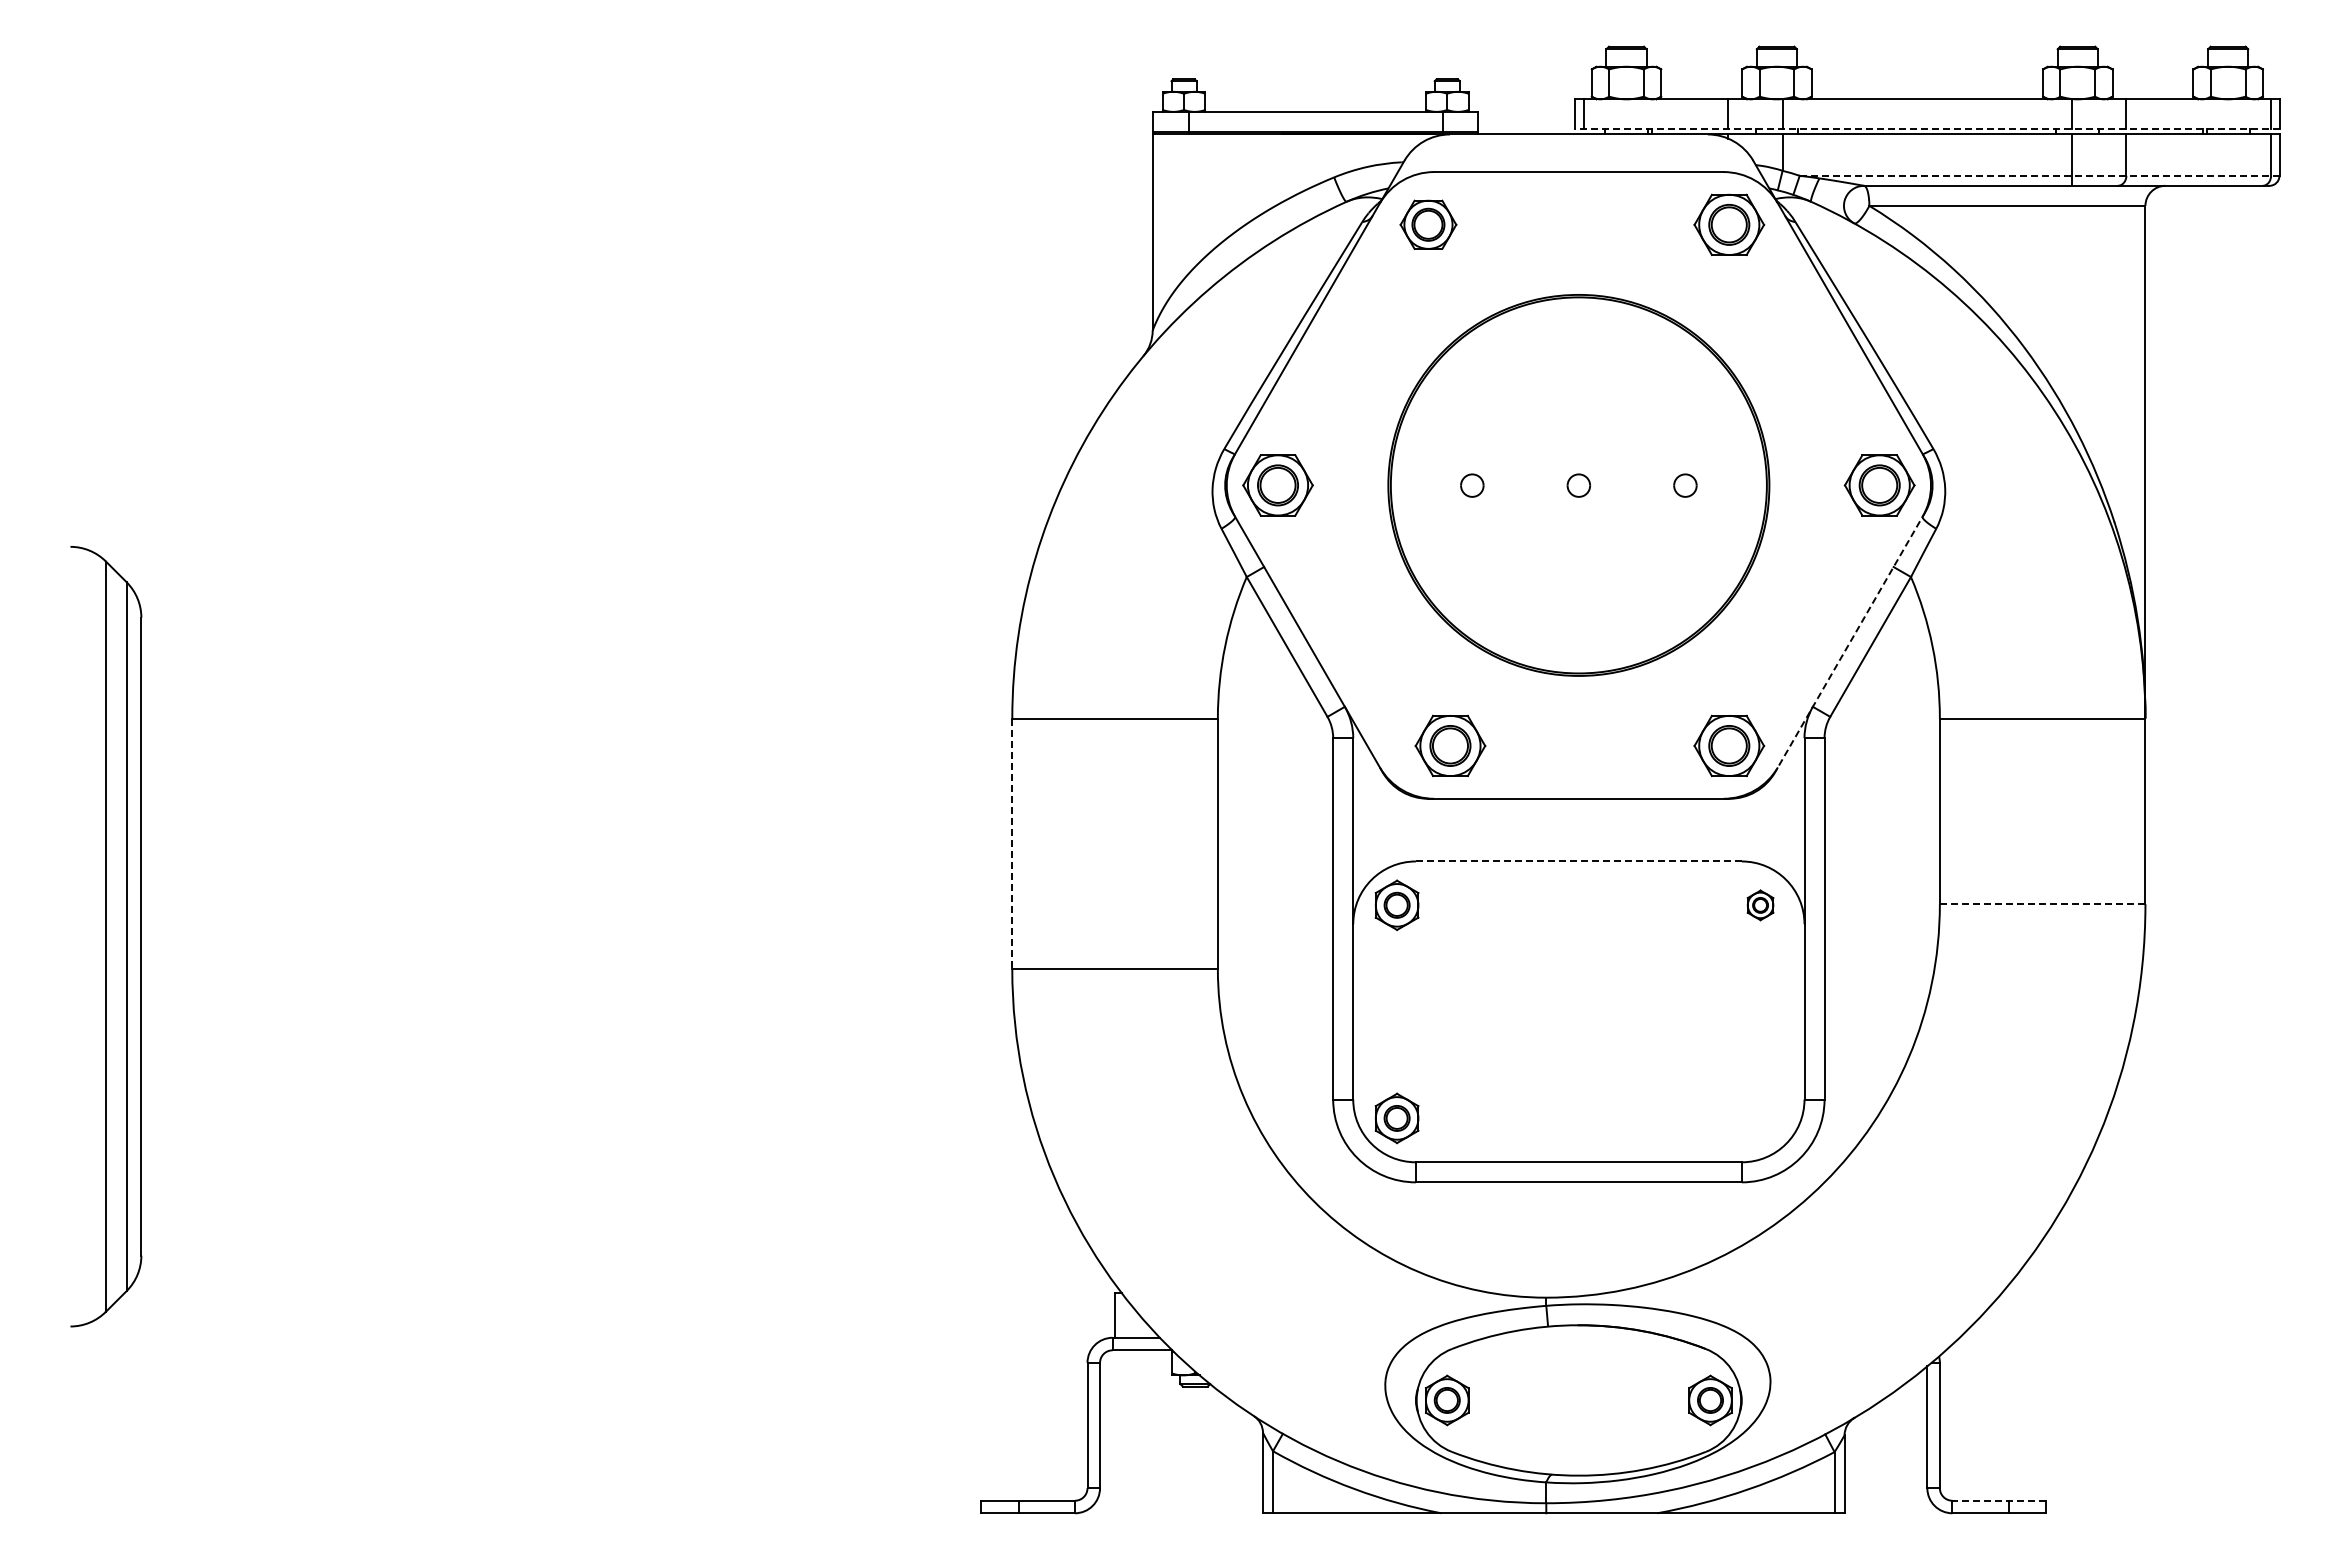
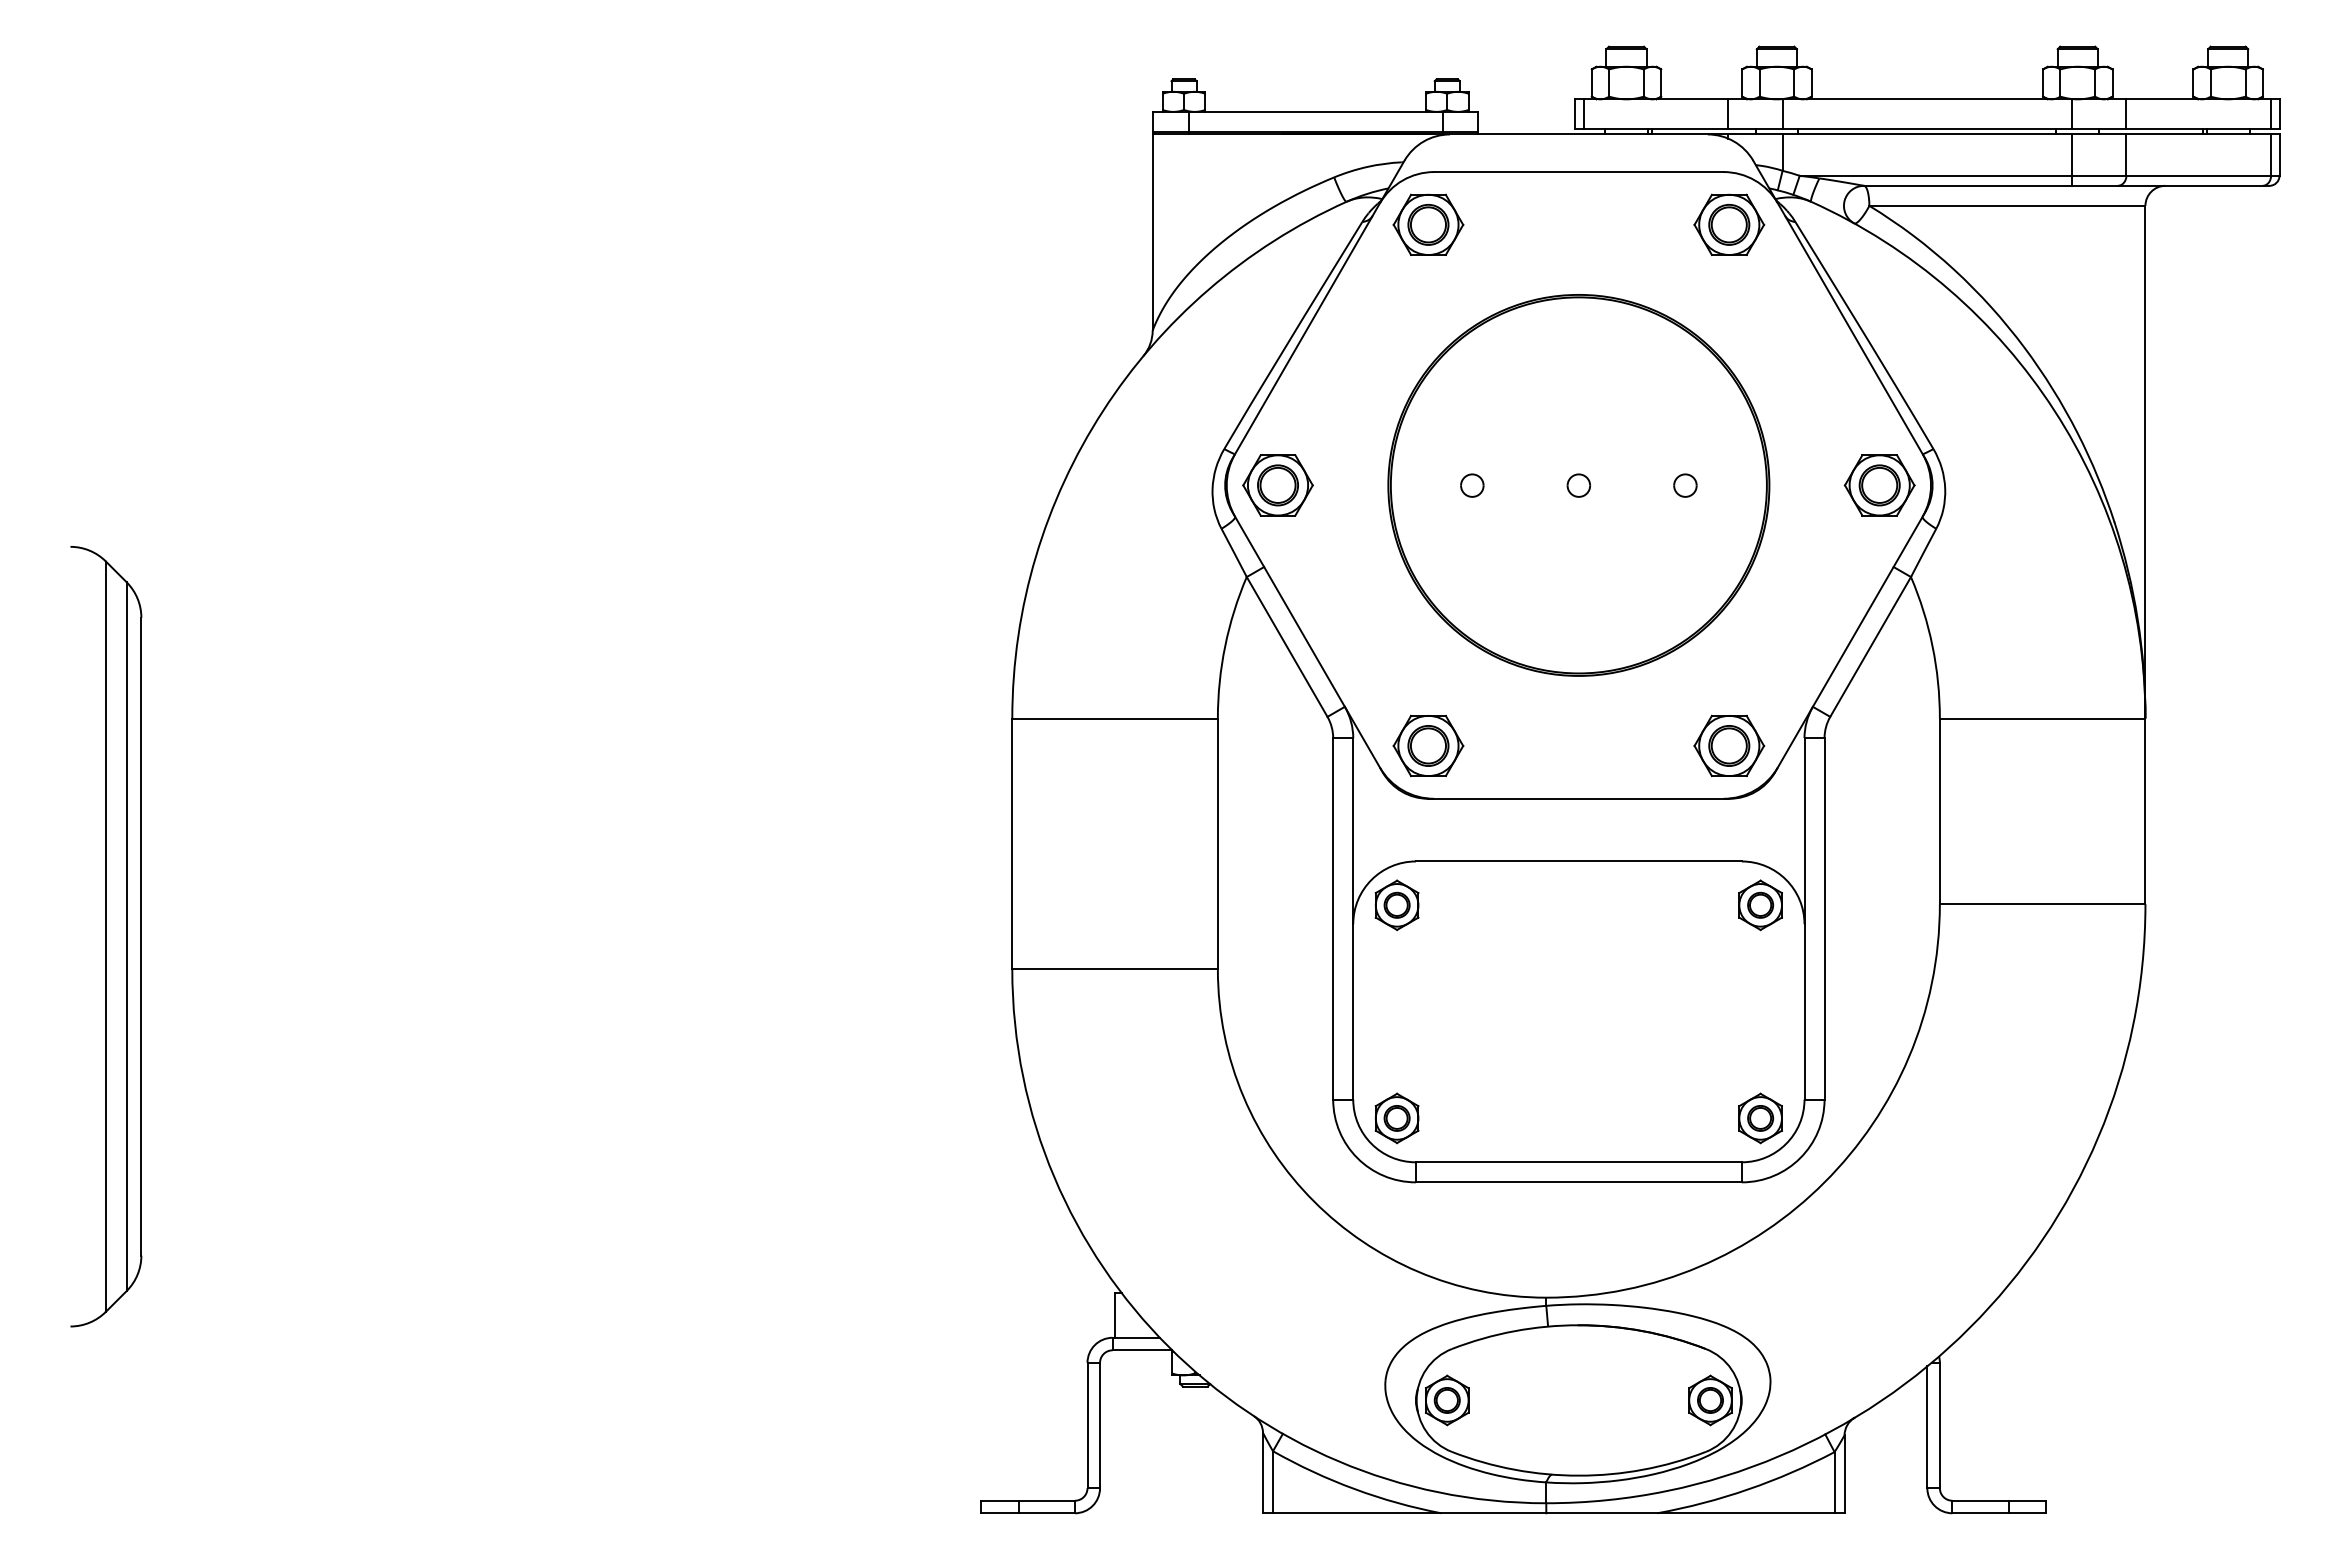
line at (1926, 129): dashed -> solid
line at (2039, 175): dashed -> solid
part at (1428, 224) size: 59x51 px -> 73x63 px
line at (1850, 642): dashed -> solid
part at (1450, 745) position: (1450, 745) -> (1428, 745)
line at (1012, 844): dashed -> solid
line at (1578, 861): dashed -> solid
line at (2042, 904): dashed -> solid
part at (1760, 905) size: 29x33 px -> 45x53 px
part at (1760, 1118): none -> present
line at (1998, 1500): dashed -> solid
